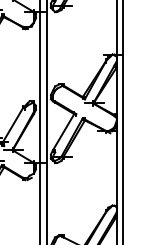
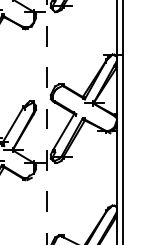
line at (40, 121): present -> none
line at (46, 122): solid -> dashed
